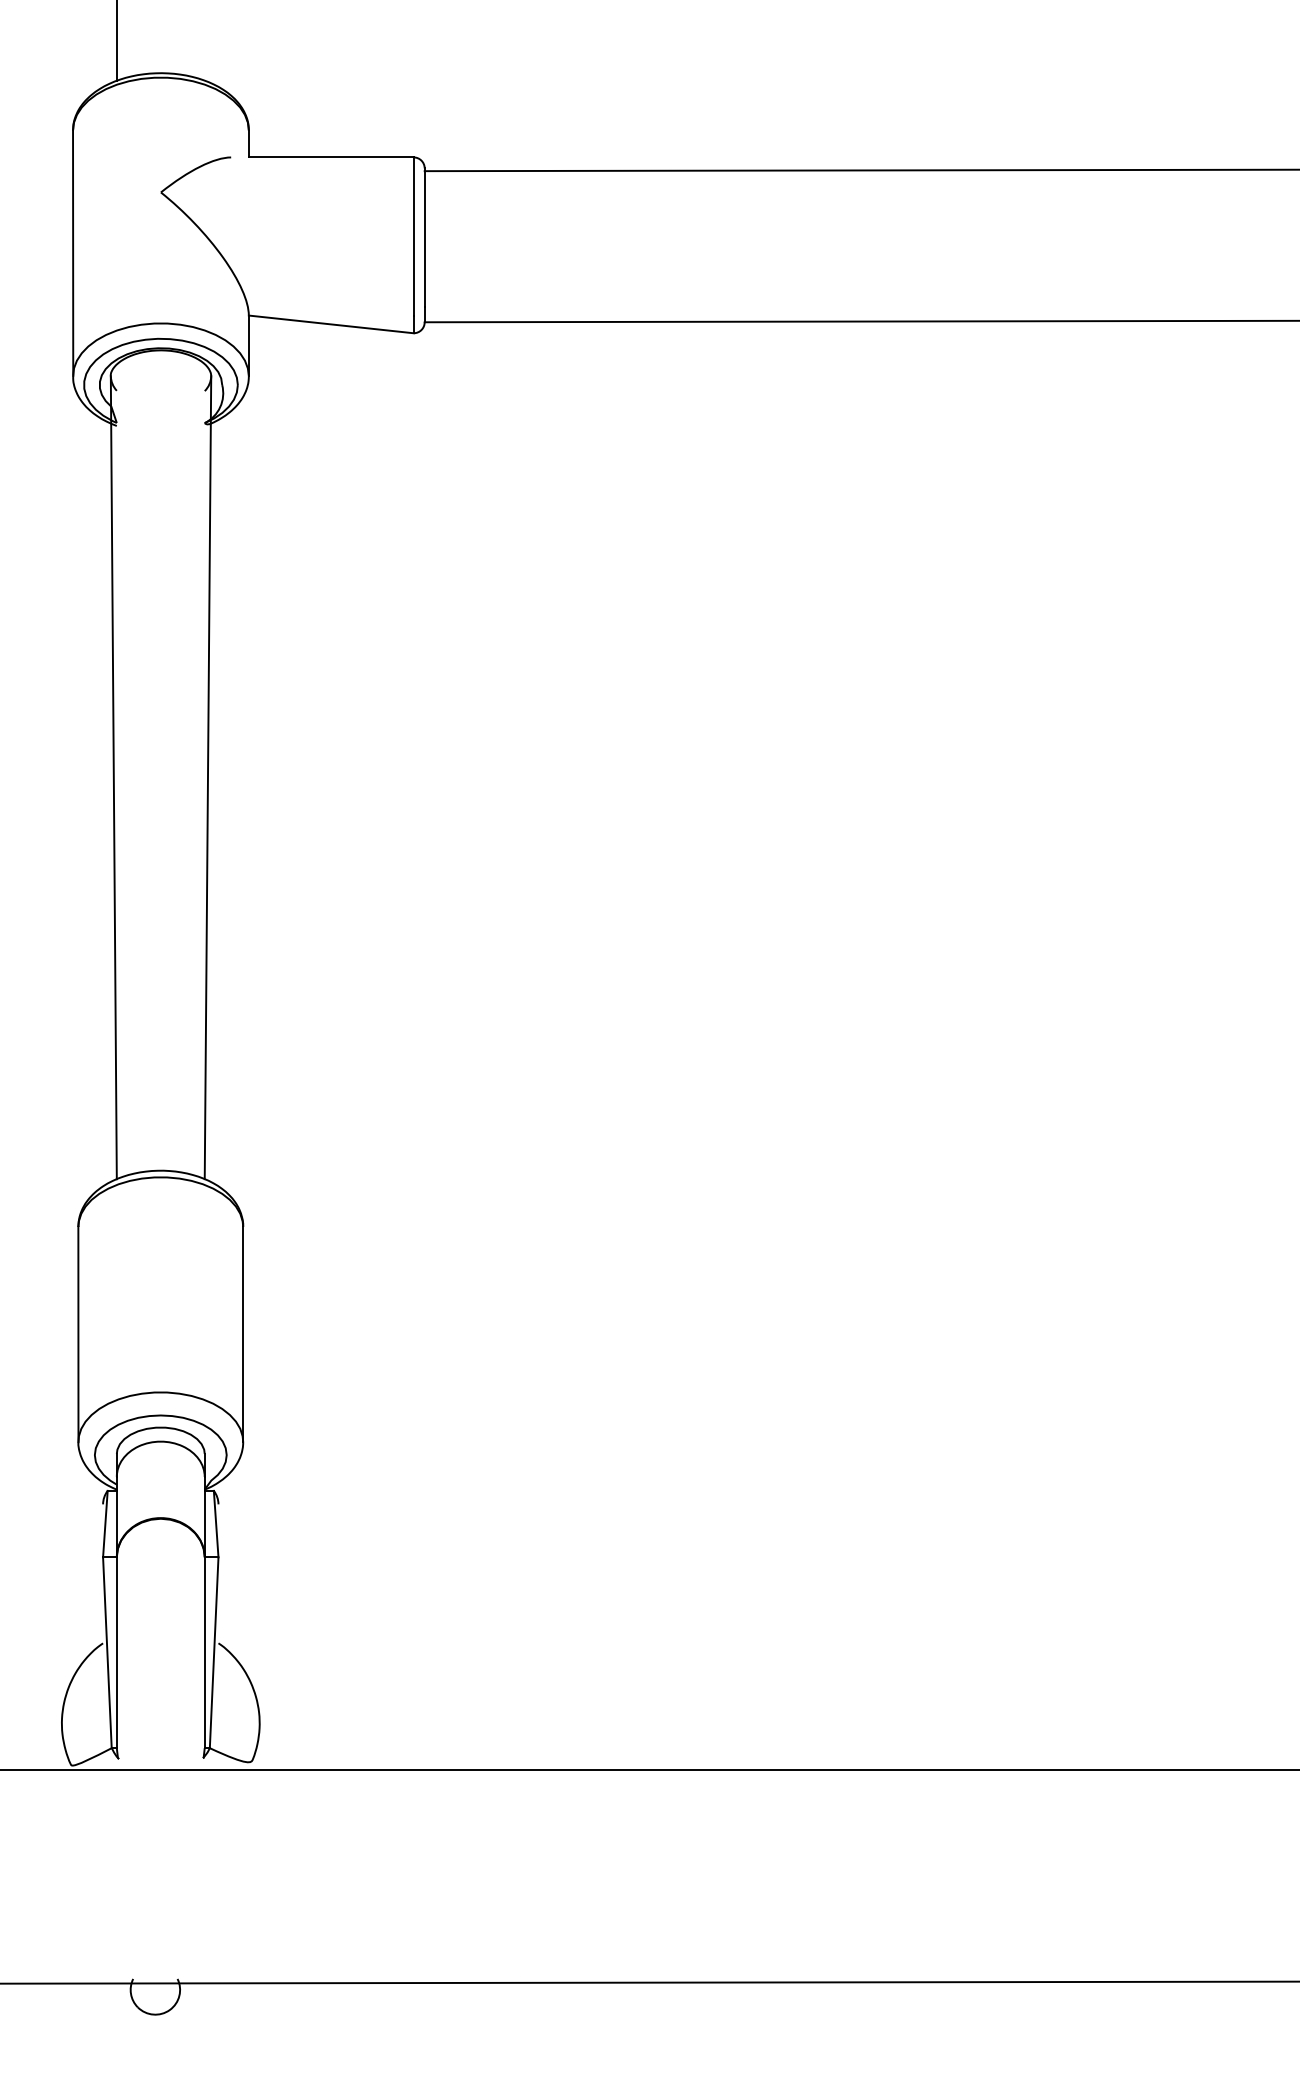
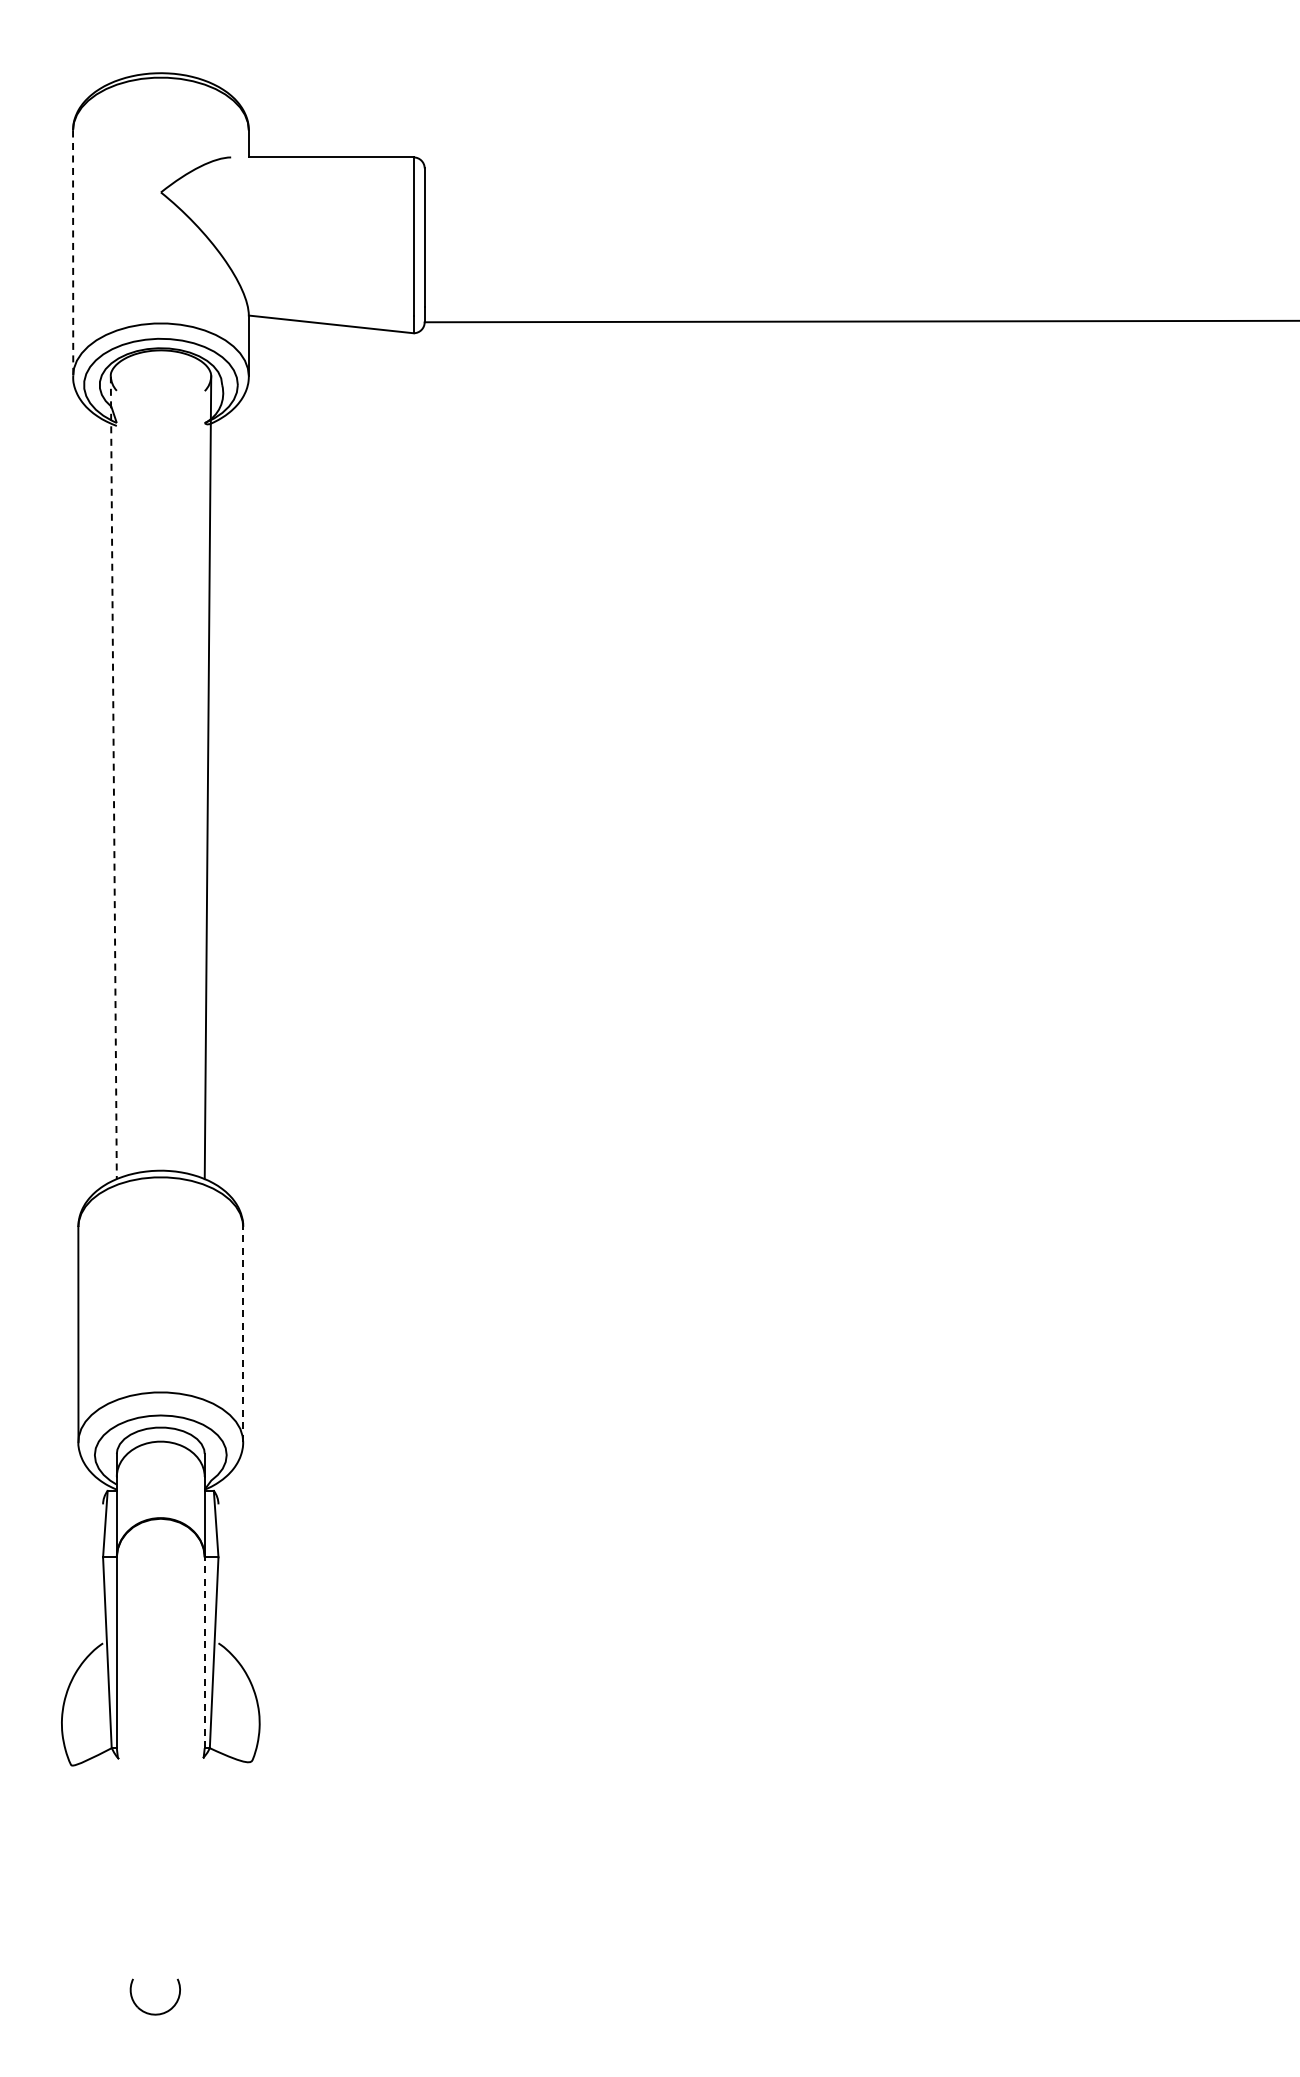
line at (116, 41): present -> none
line at (860, 170): present -> none
line at (73, 253): solid -> dashed
line at (113, 778): solid -> dashed
line at (243, 1334): solid -> dashed
line at (204, 1652): solid -> dashed
line at (649, 1770): present -> none
line at (649, 1982): present -> none
